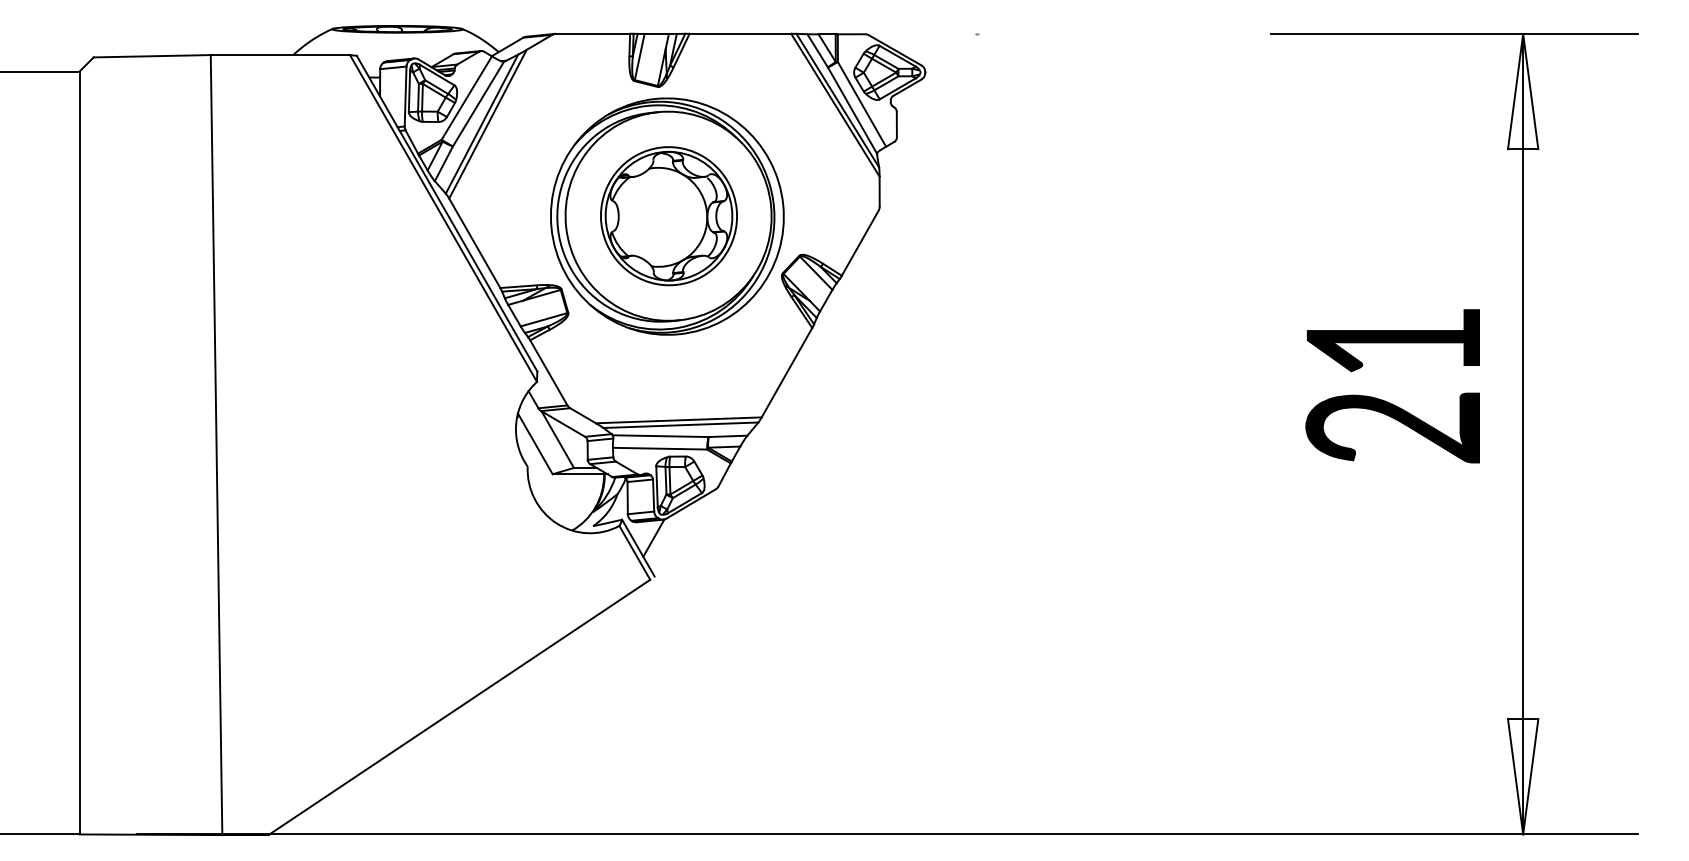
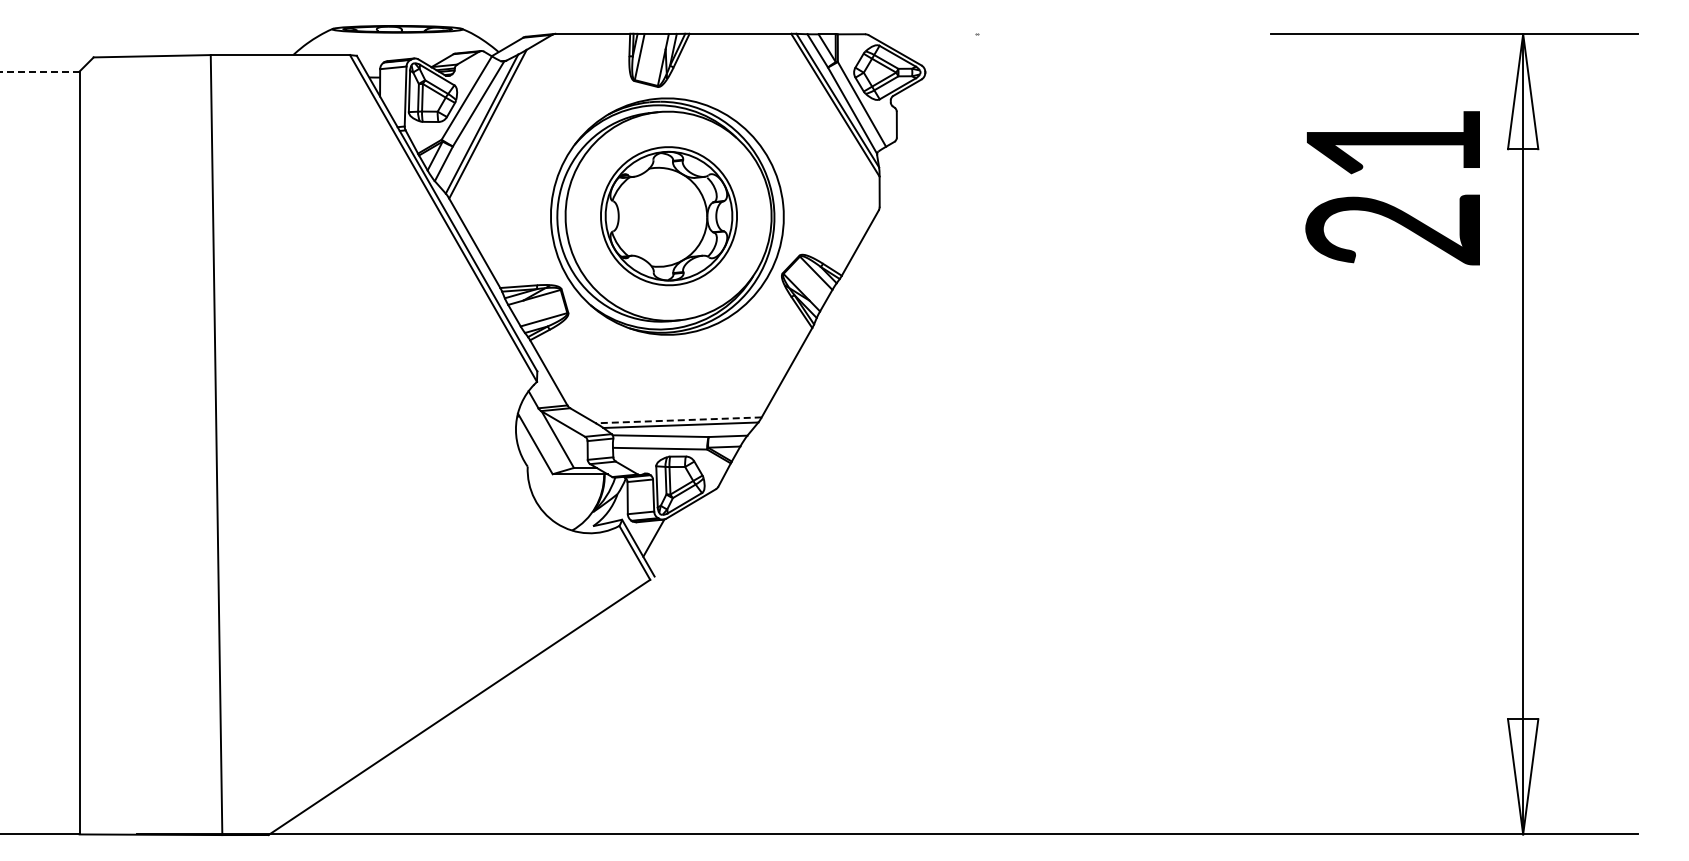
line at (39, 71): solid -> dashed
text at (1392, 386) position: (1392, 386) -> (1392, 188)
line at (678, 420): solid -> dashed
